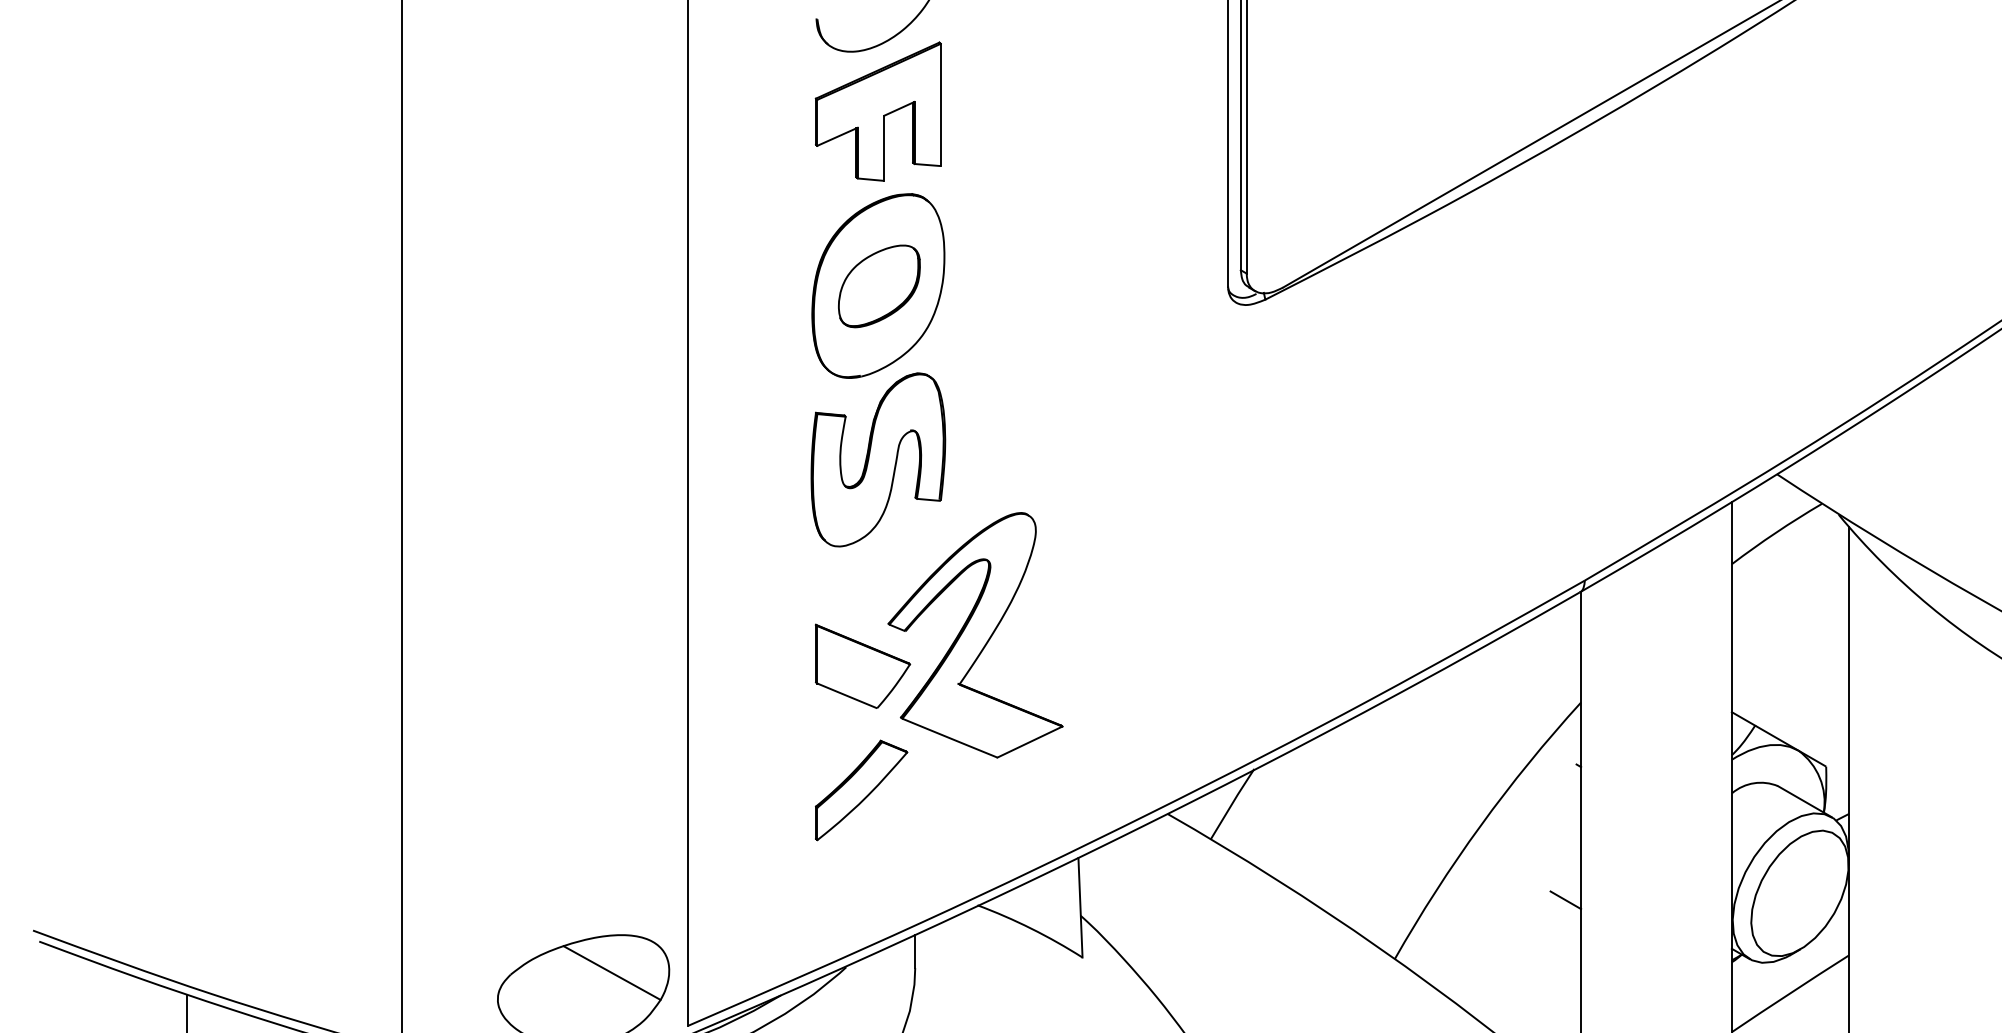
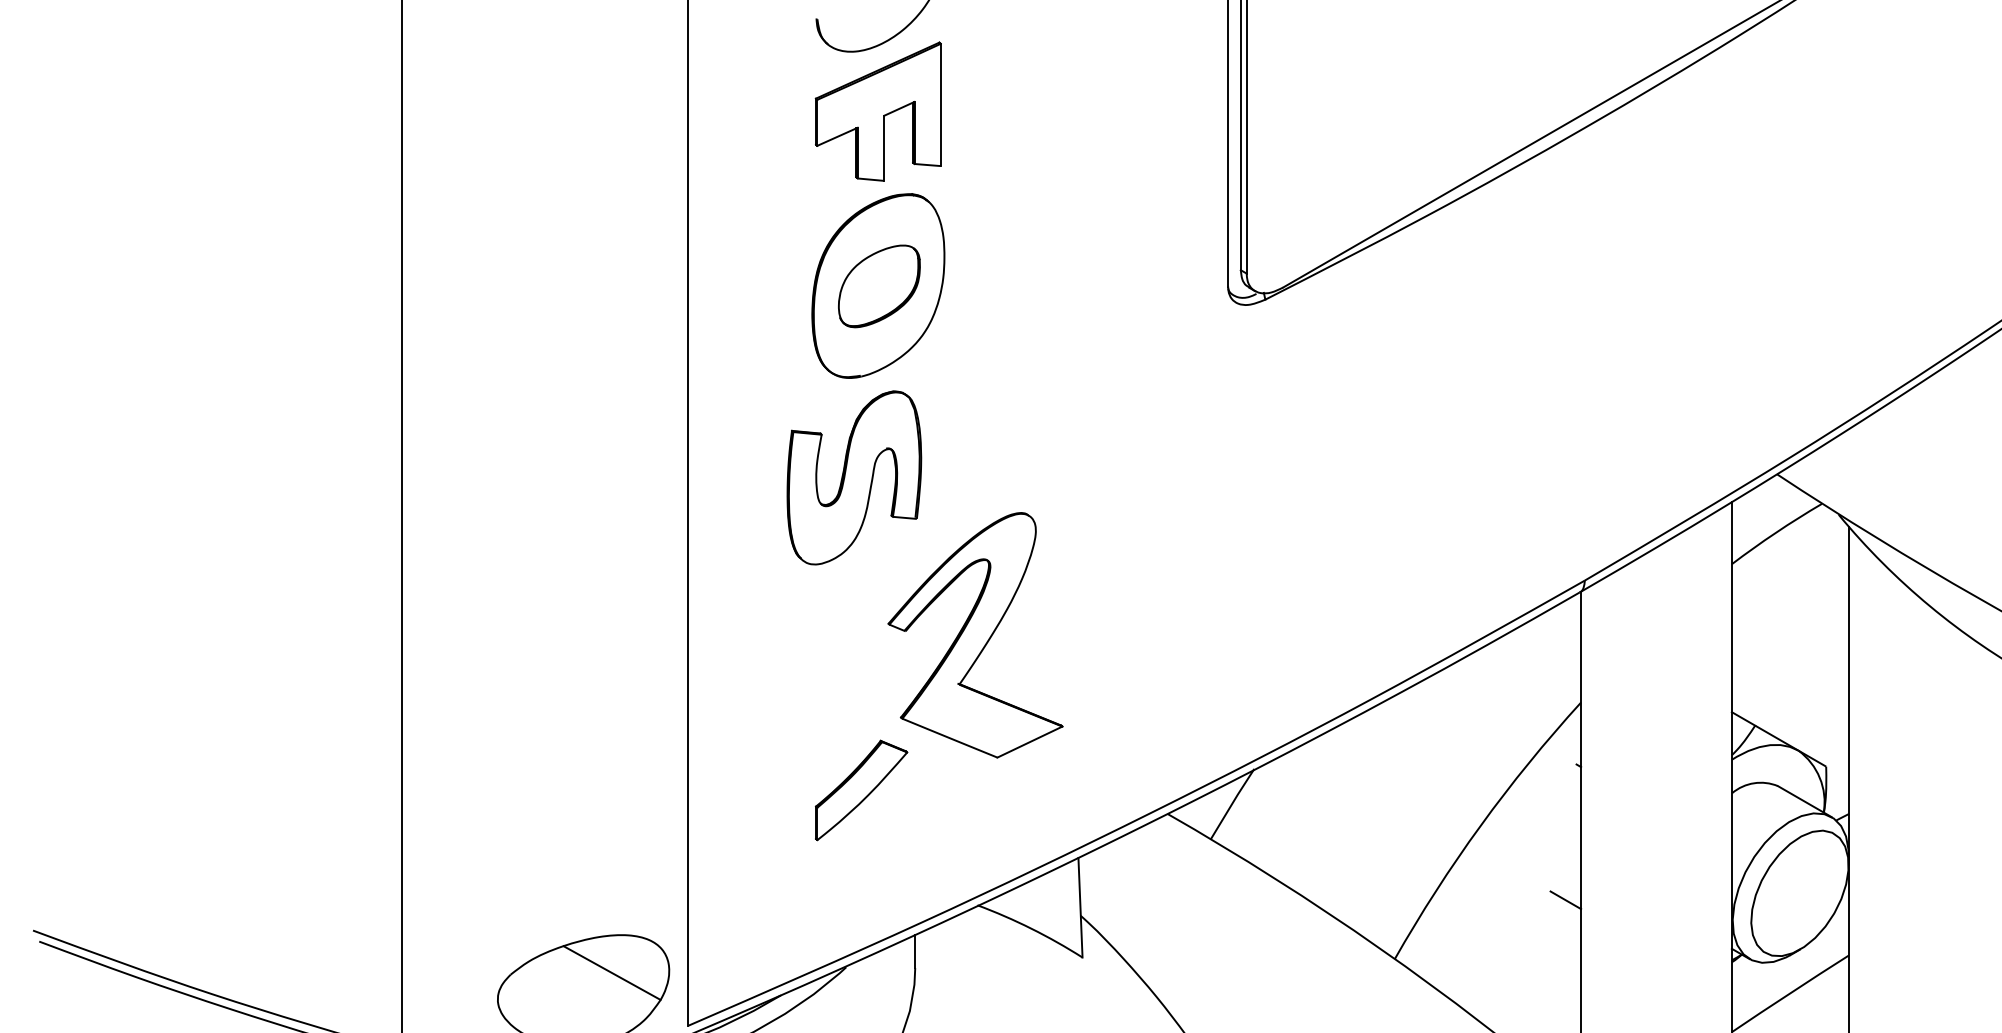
part at (878, 459) position: (878, 459) -> (854, 477)
part at (863, 665): present -> none
line at (187, 1011): present -> none
